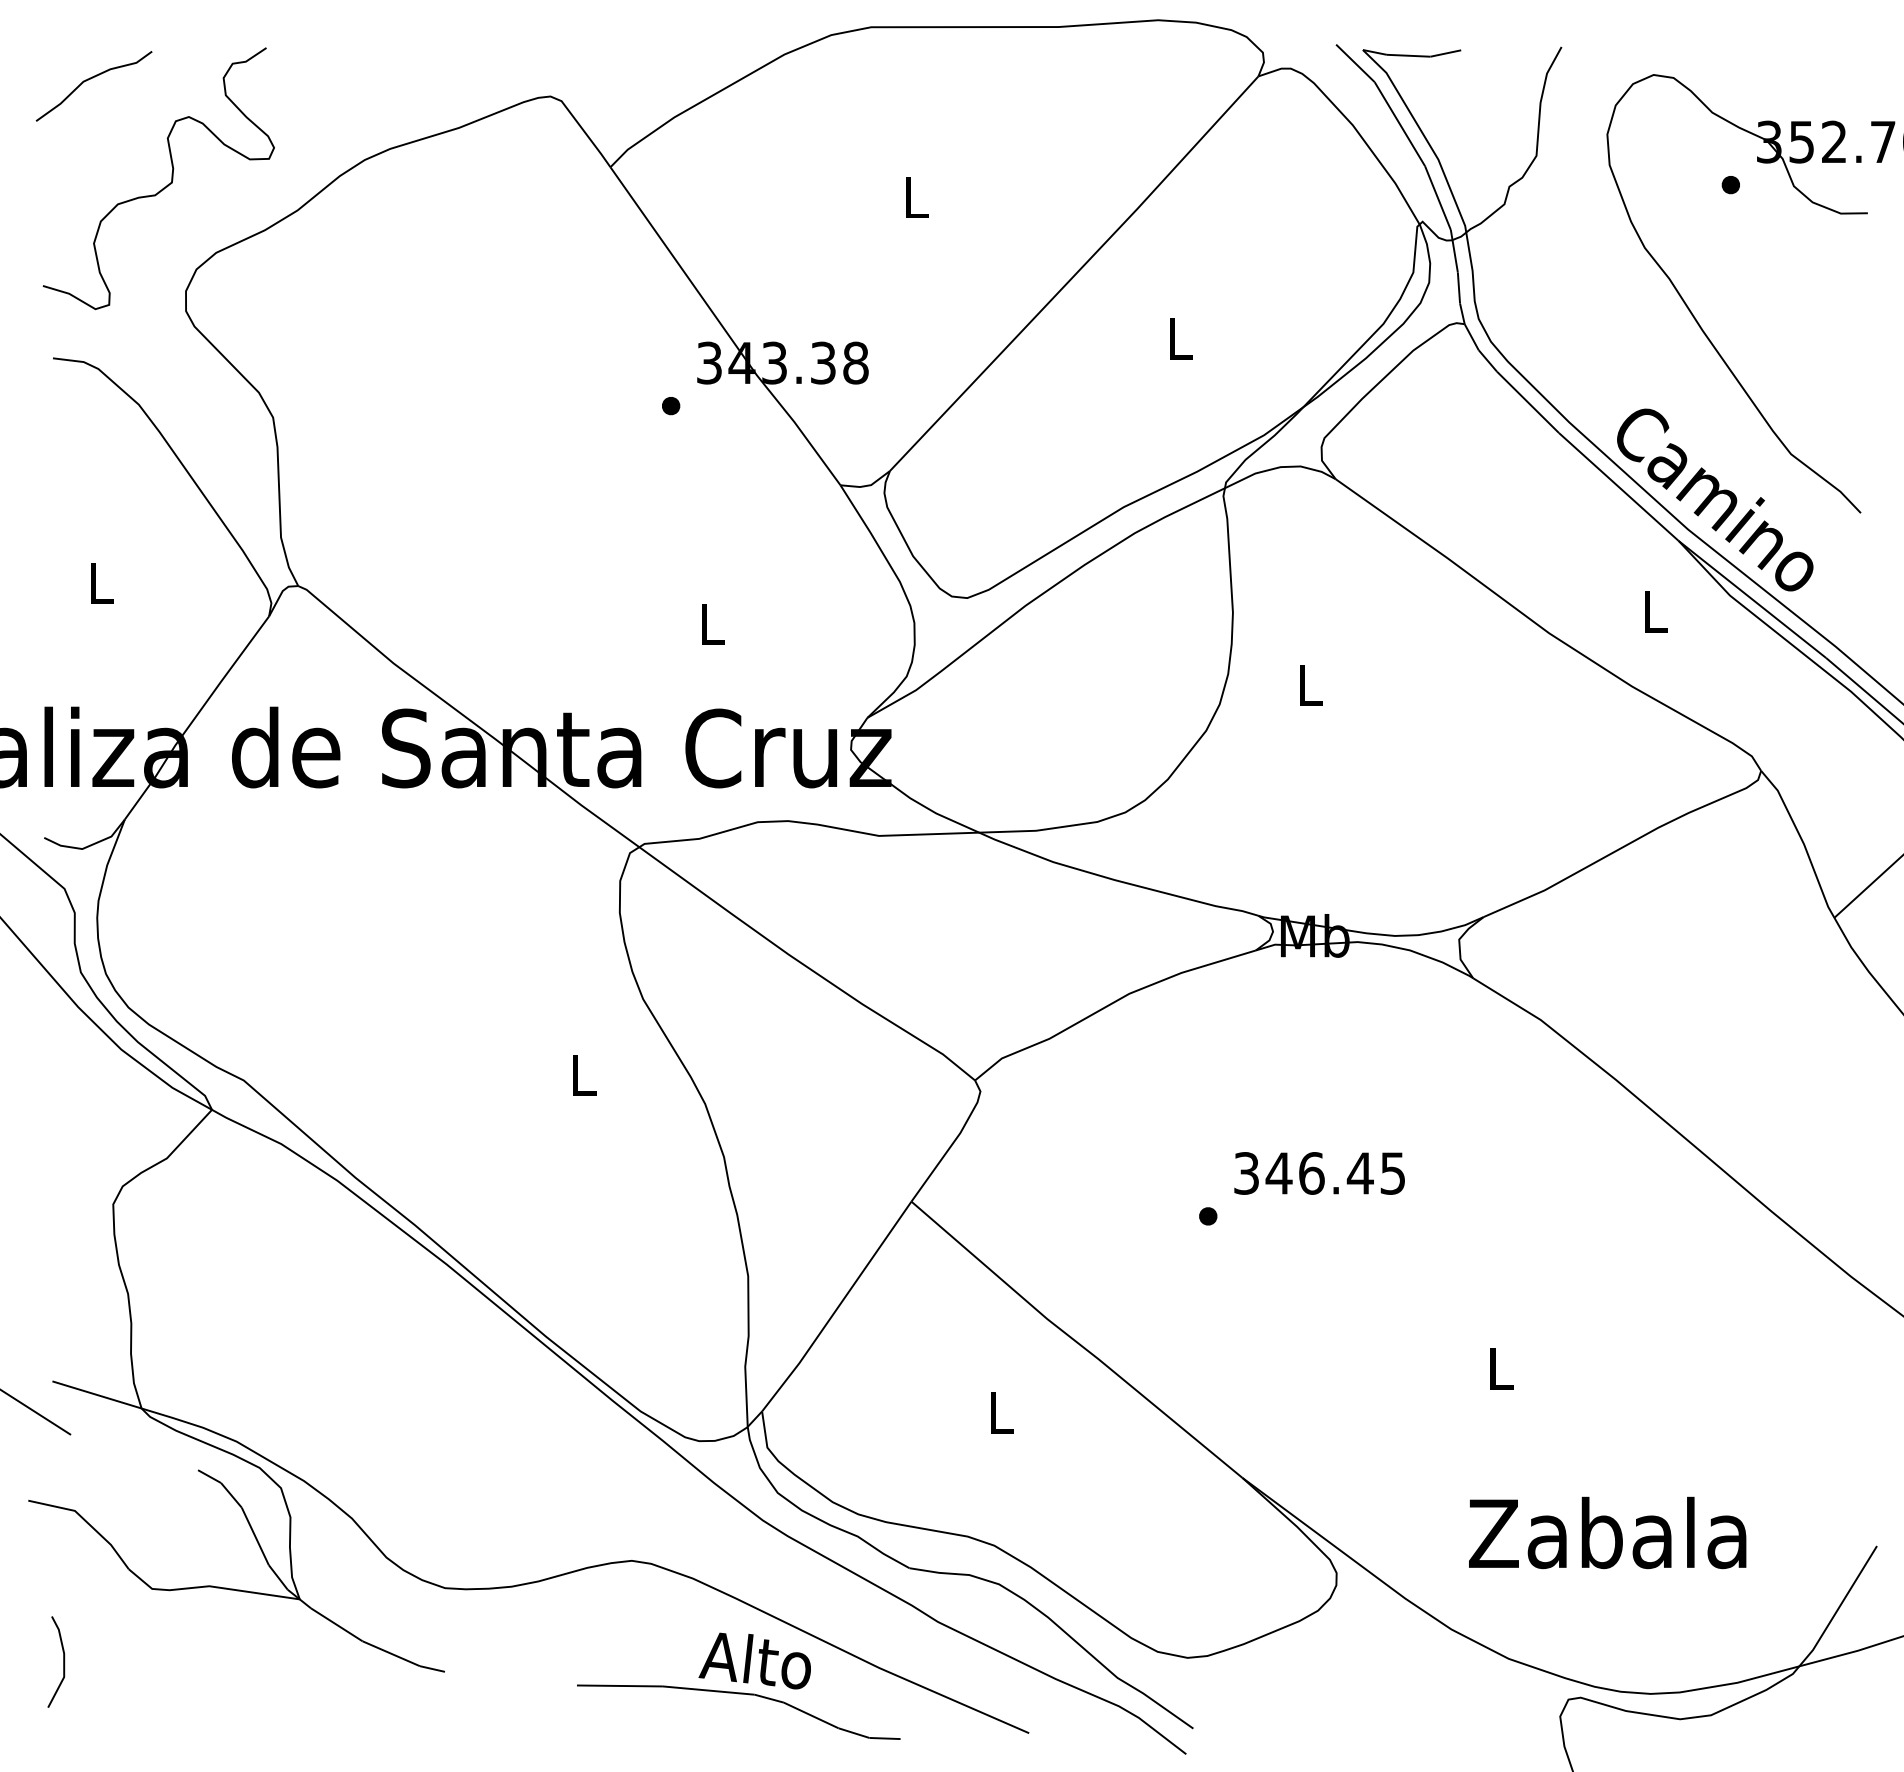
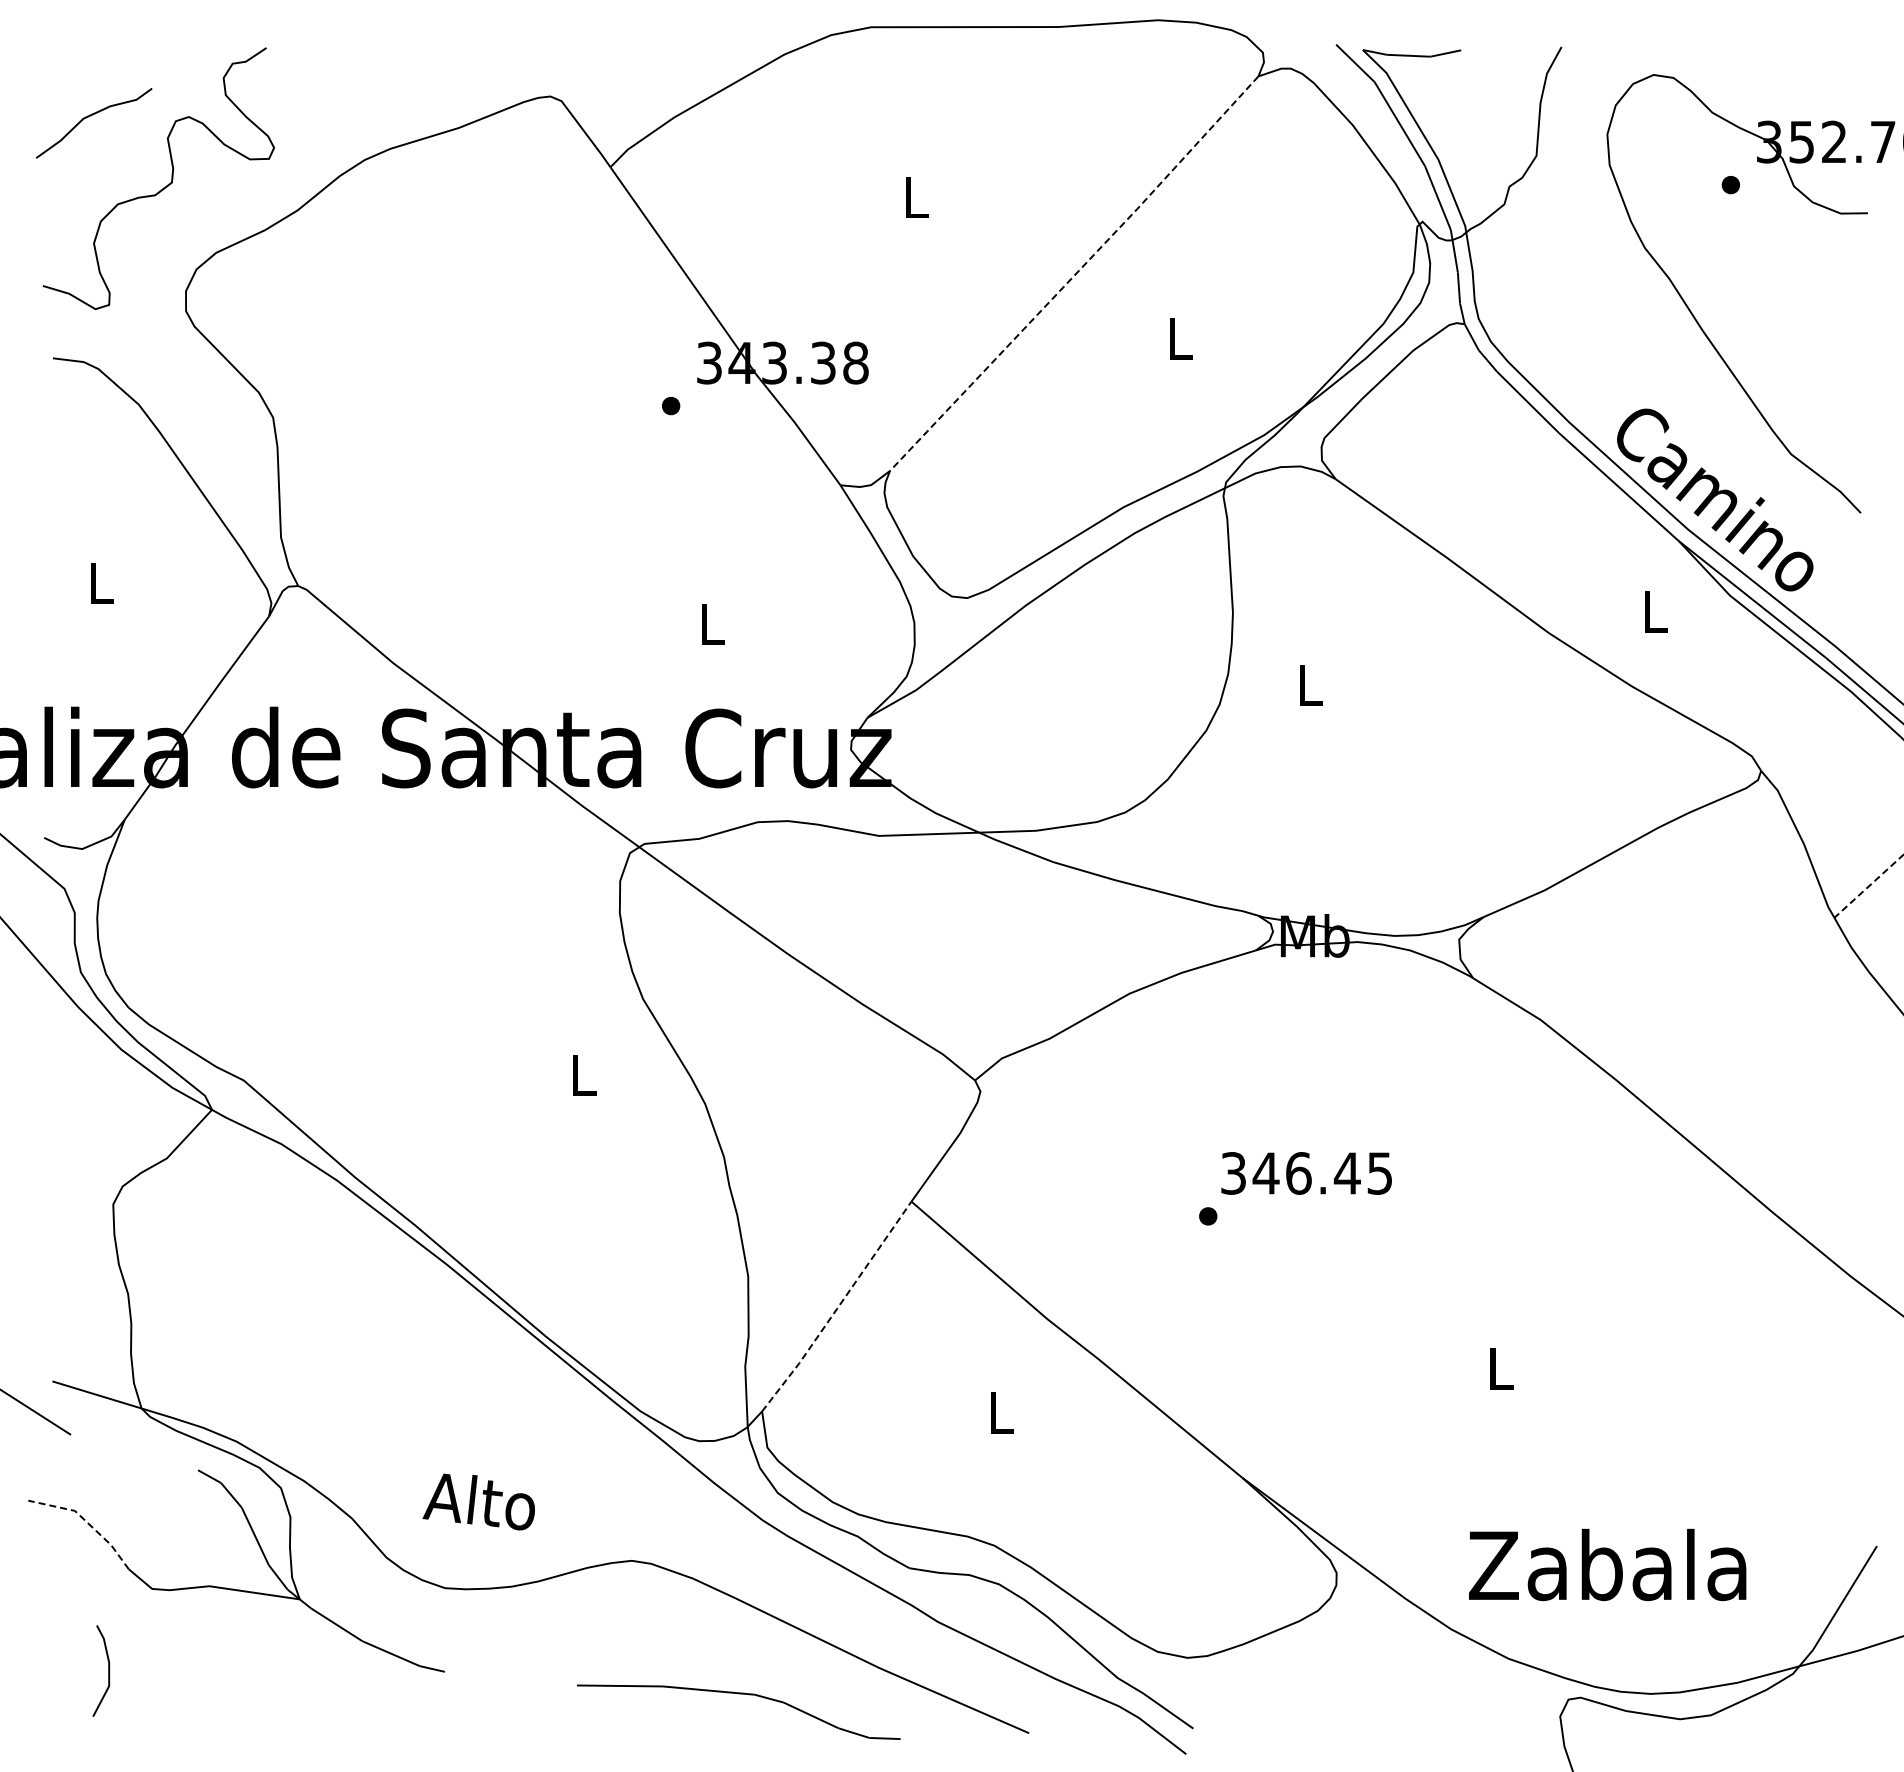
curve at (90, 79) position: (90, 79) -> (90, 116)
line at (1075, 274): solid -> dashed
line at (1868, 886): solid -> dashed
text at (1319, 1173) position: (1319, 1173) -> (1306, 1173)
line at (838, 1307): solid -> dashed
line at (86, 1521): solid -> dashed
text at (1607, 1532) position: (1607, 1532) -> (1607, 1564)
text at (754, 1660) position: (754, 1660) -> (478, 1501)
line at (63, 1661) position: (63, 1661) -> (108, 1670)
